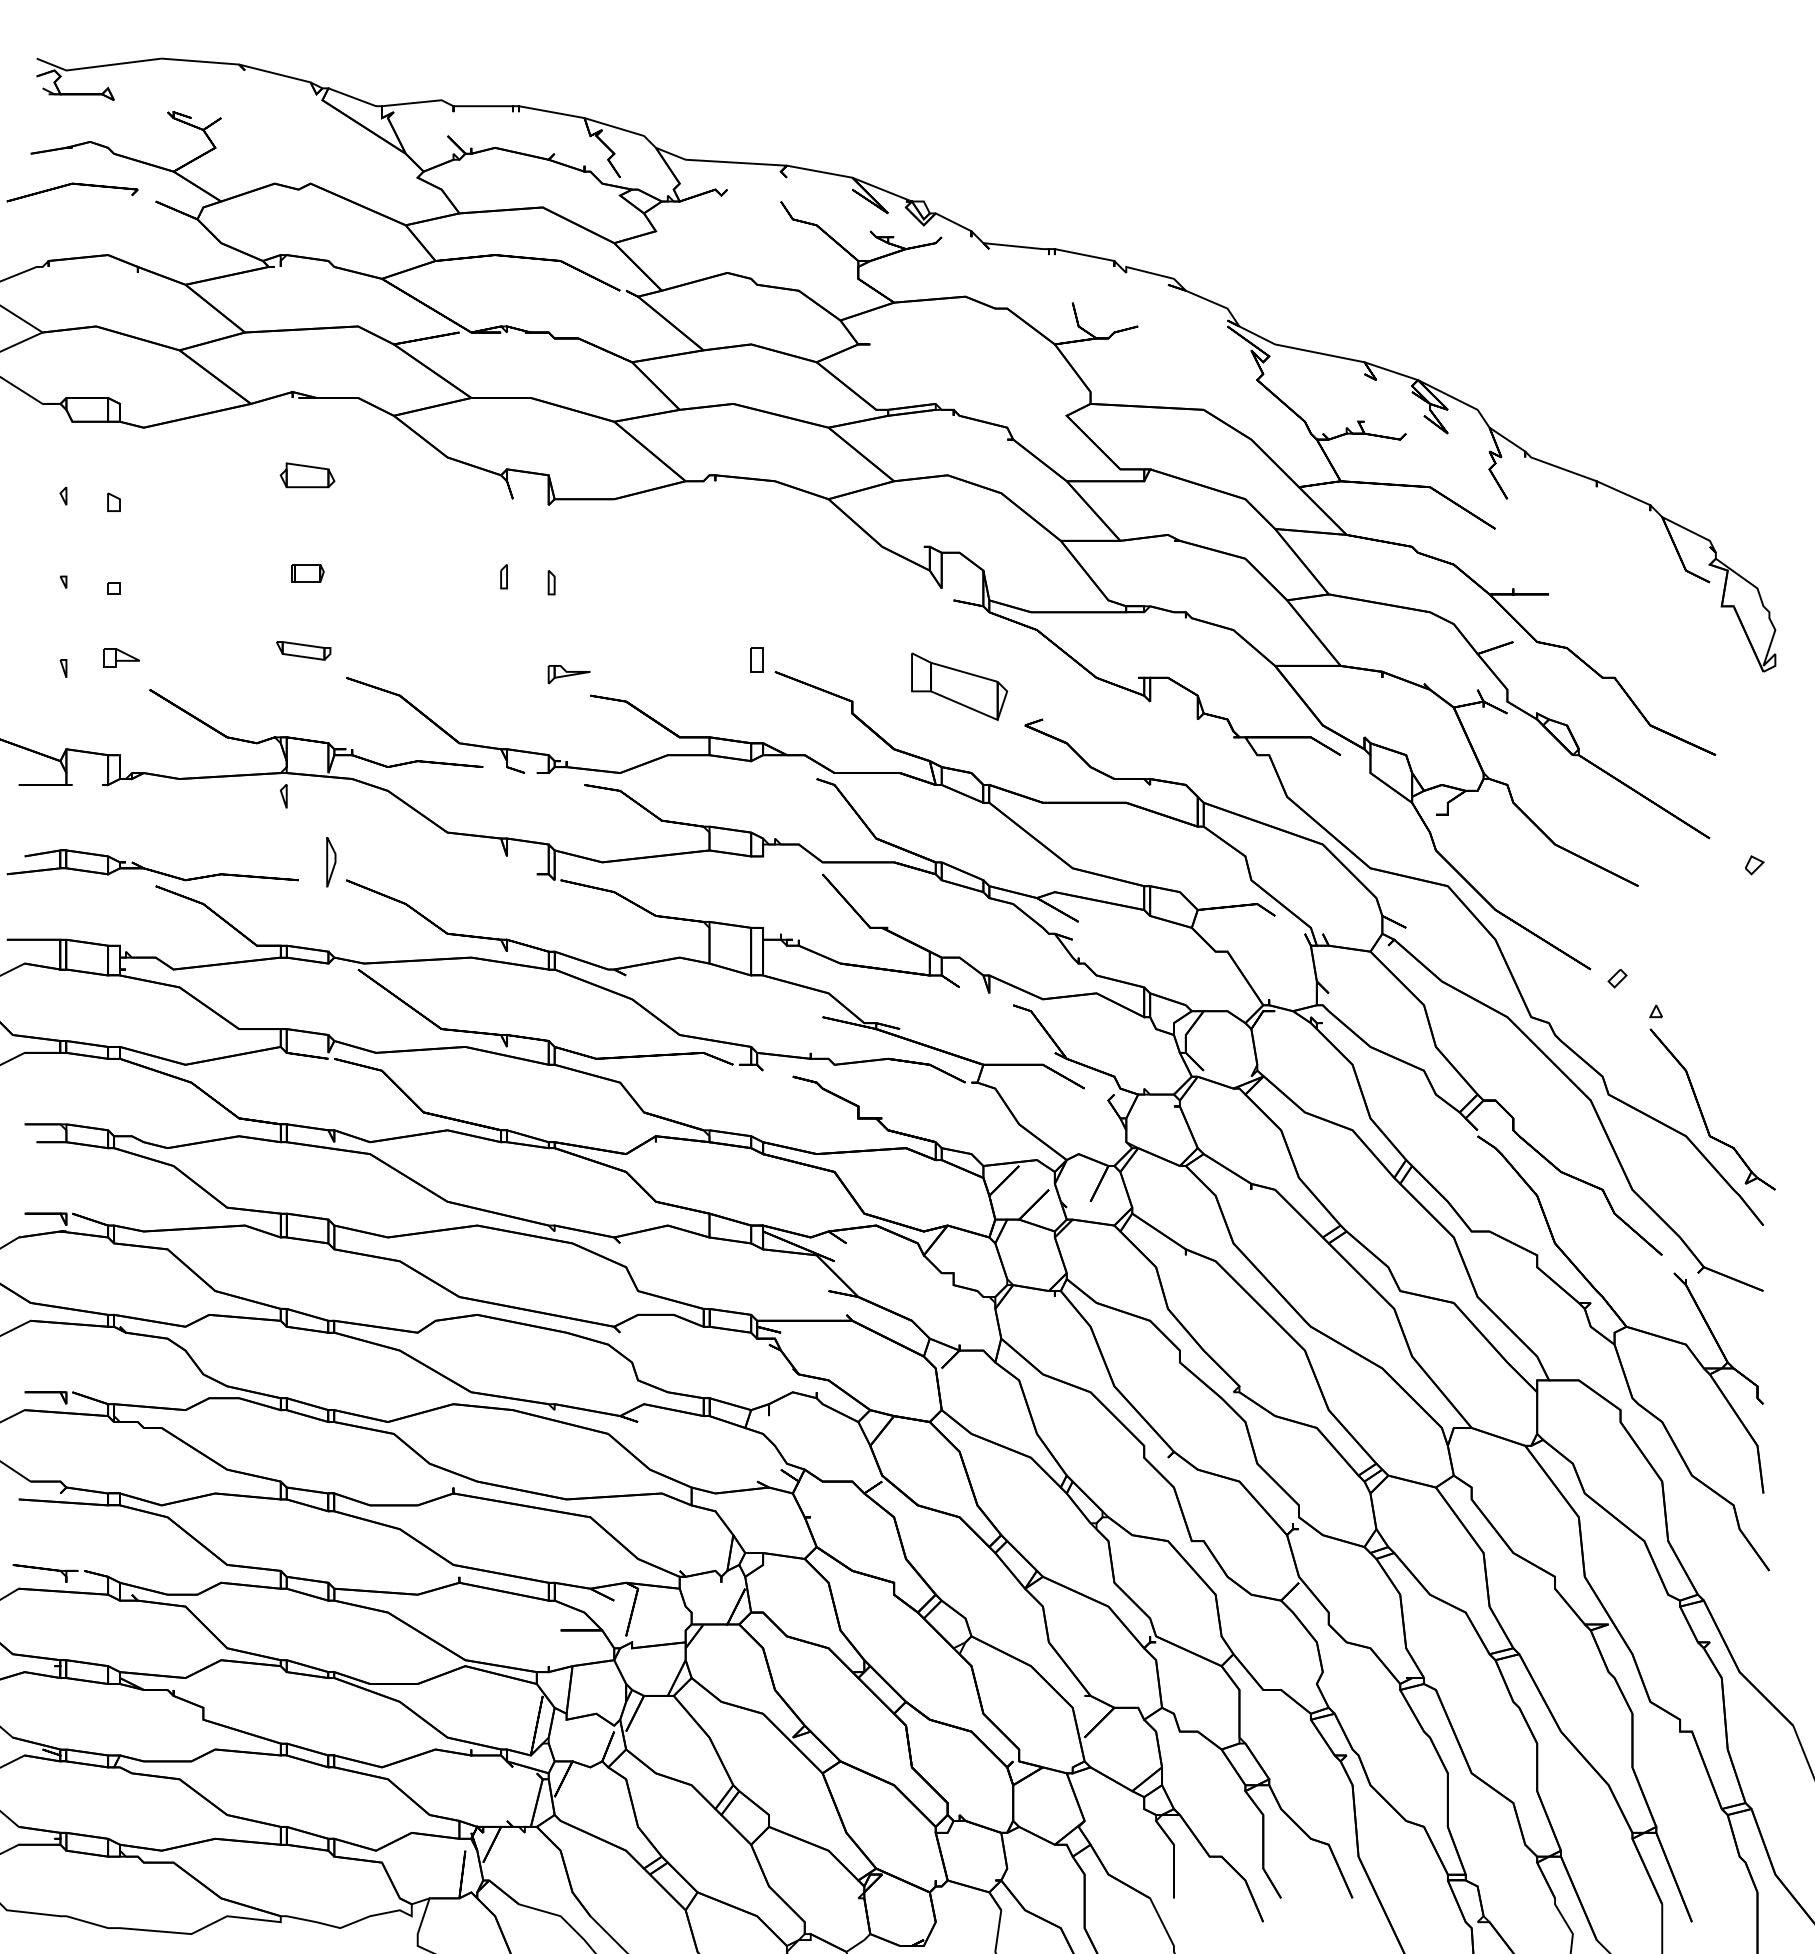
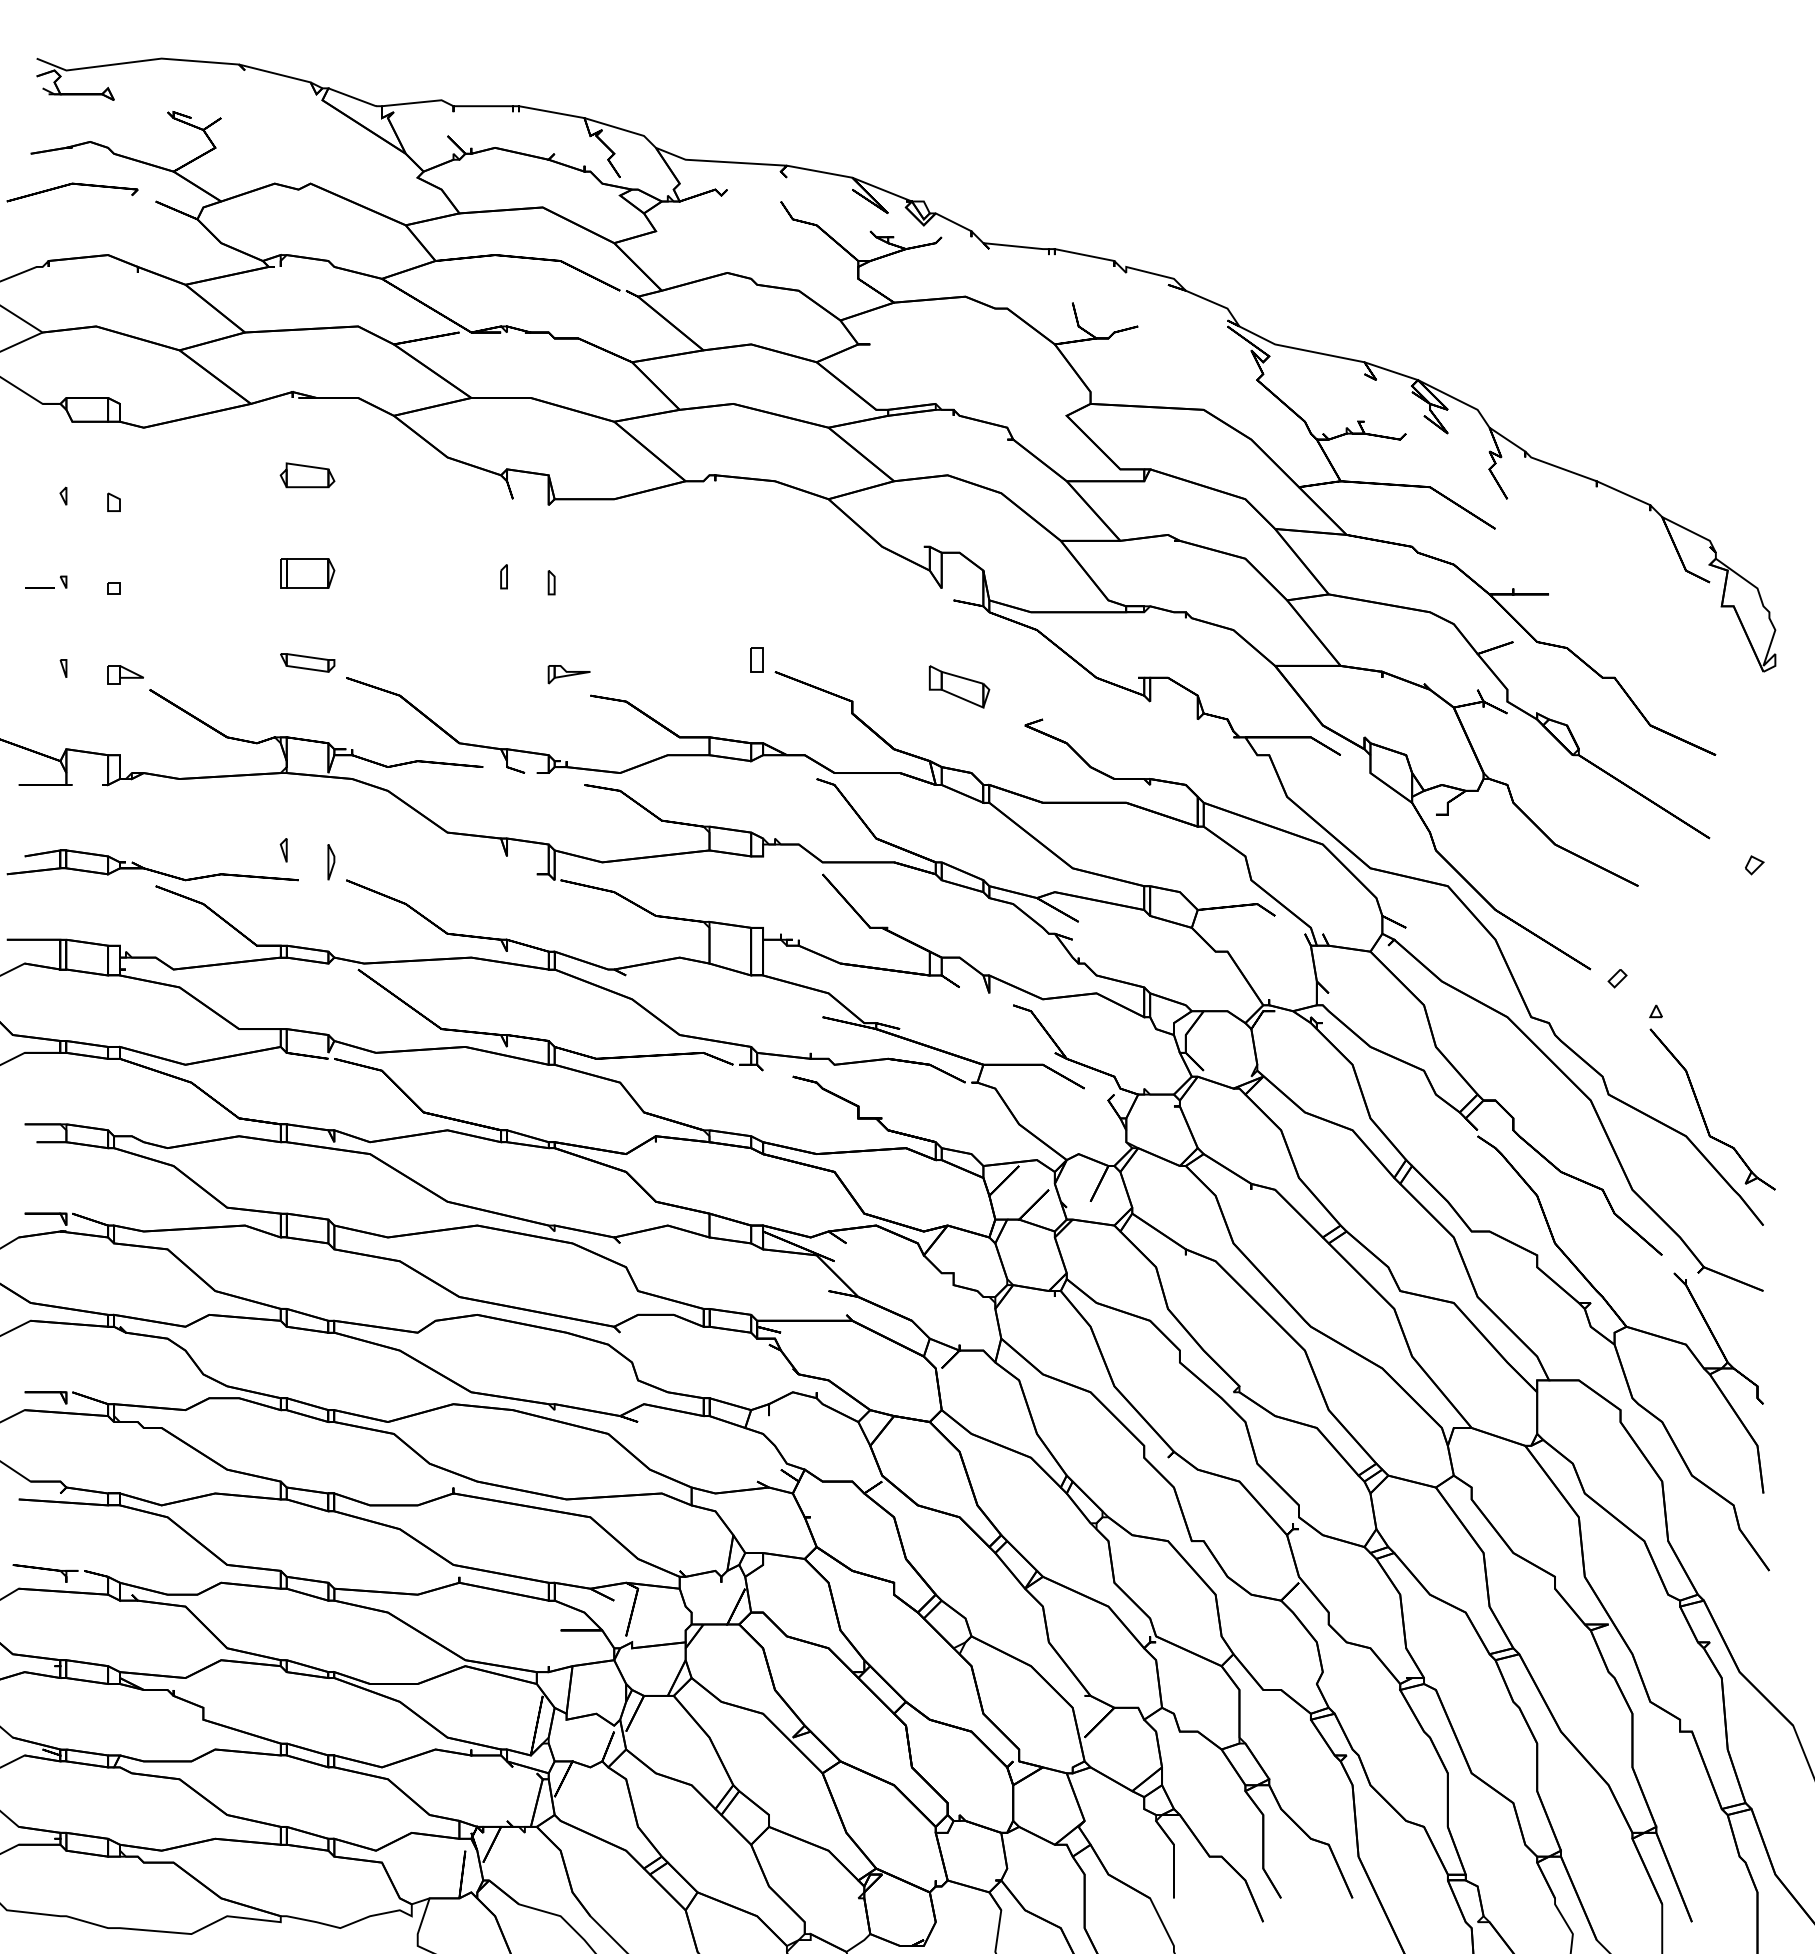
part at (307, 573) size: 34x19 px -> 56x31 px
line at (39, 587): none -> present
part at (303, 650) position: (303, 650) -> (307, 662)
part at (121, 657) position: (121, 657) -> (125, 674)
part at (959, 686) size: 98x70 px -> 63x44 px
part at (283, 796) position: (283, 796) -> (283, 850)
part at (331, 862) size: 11x51 px -> 9x37 px
